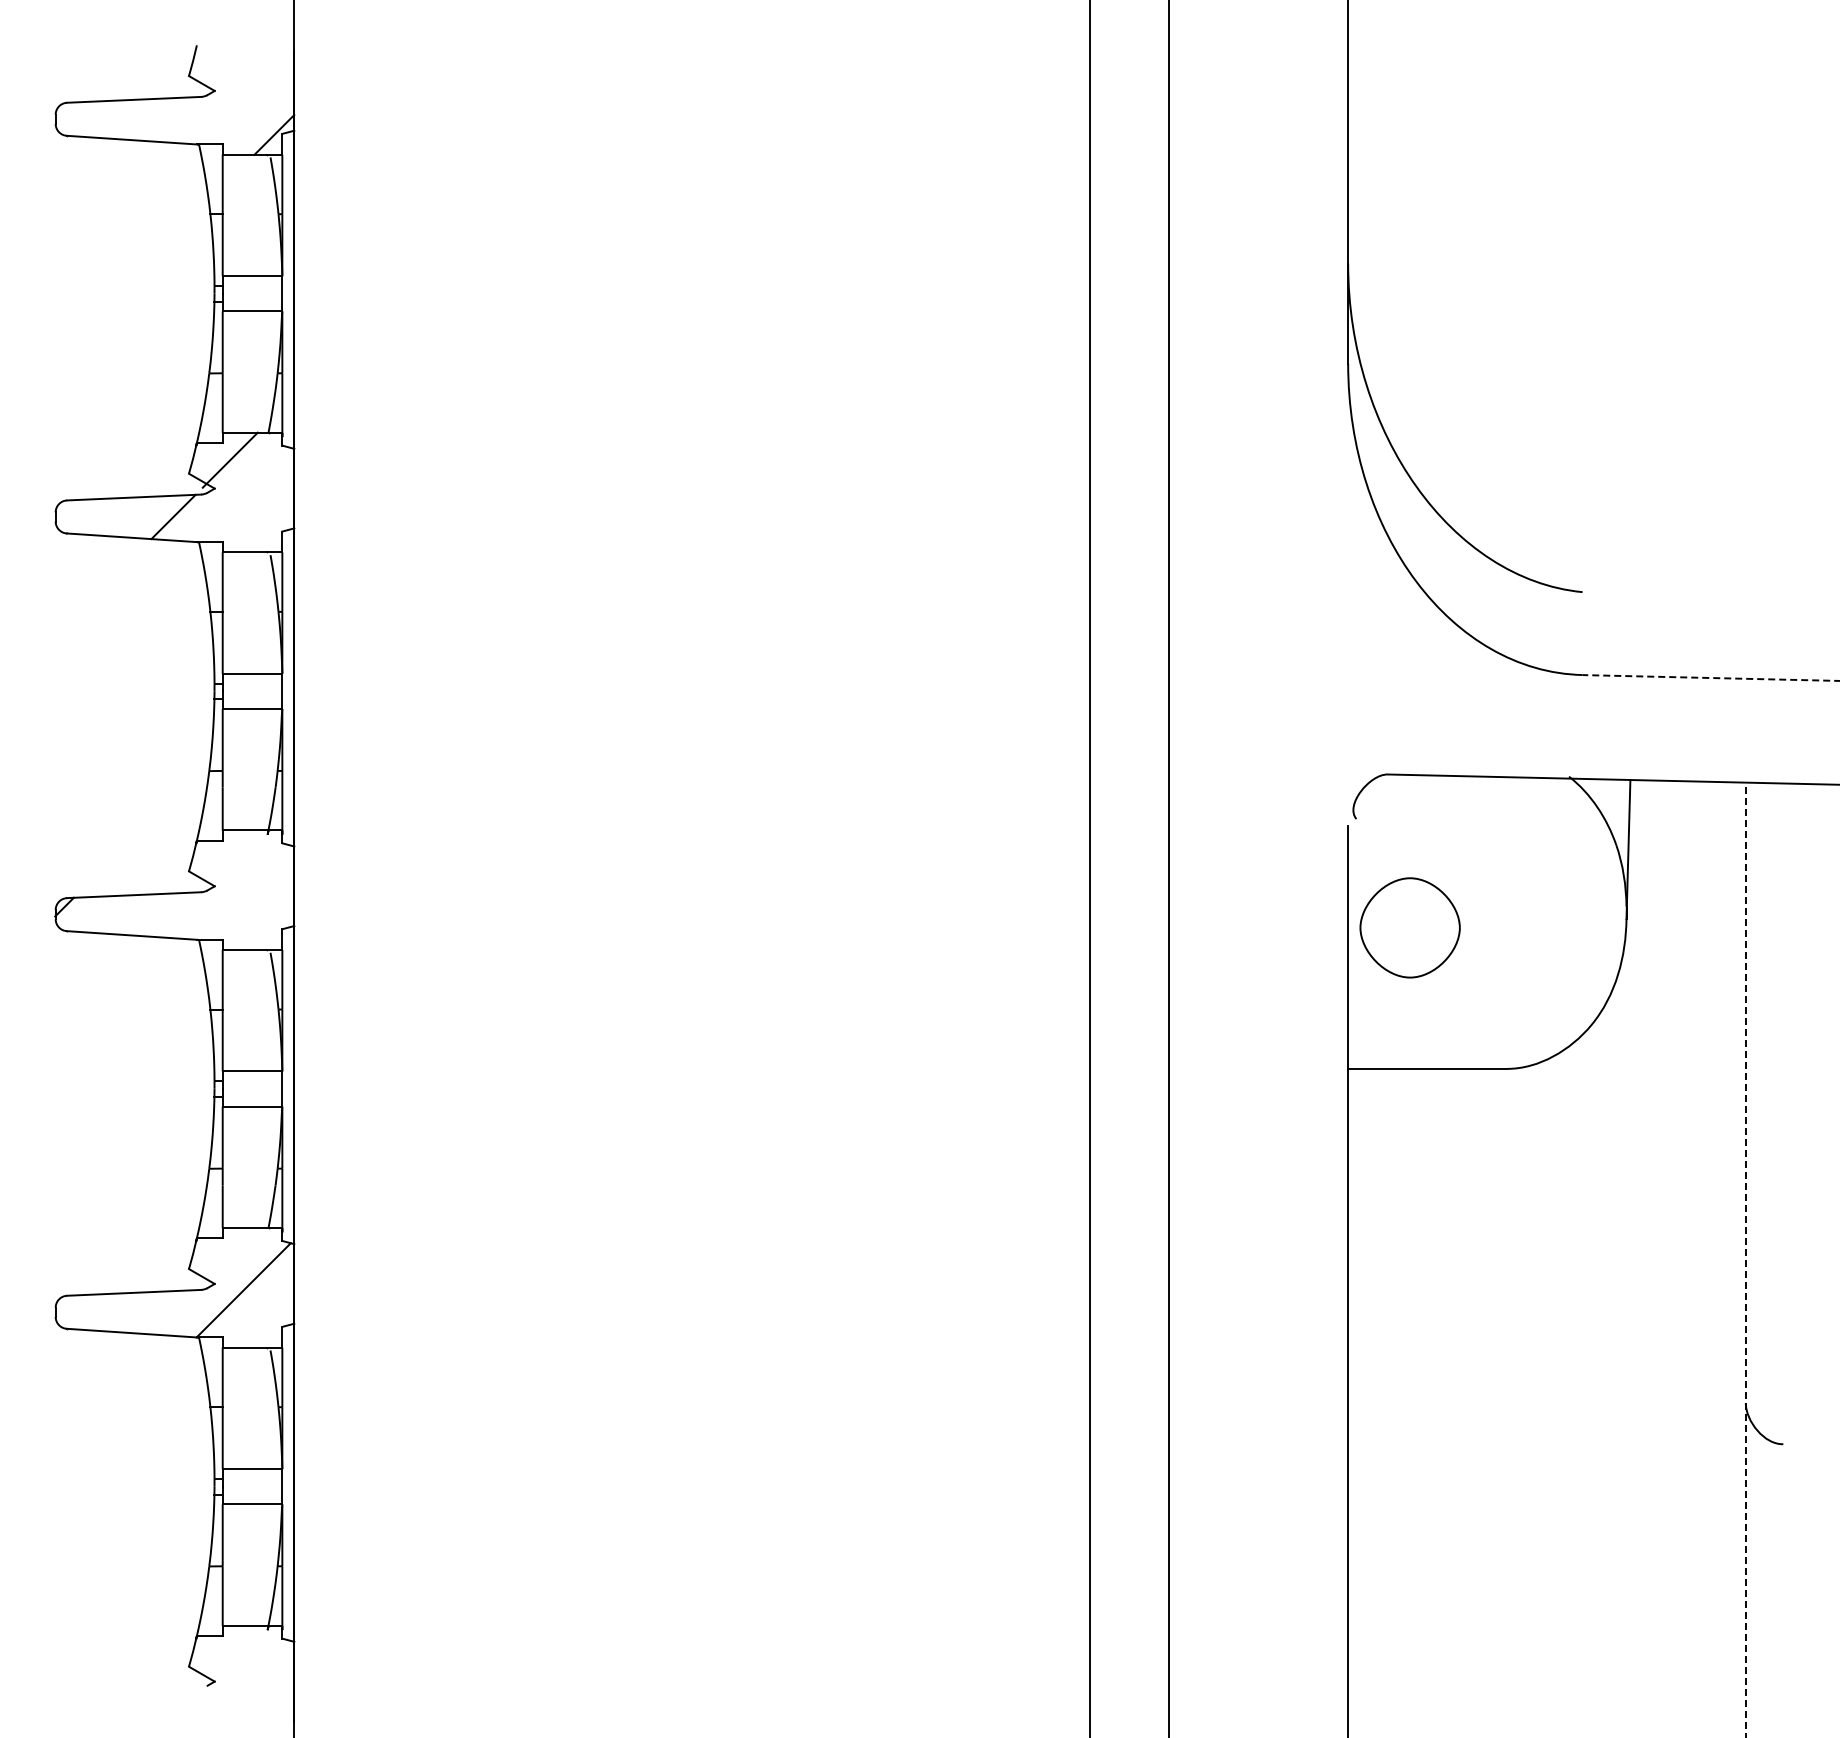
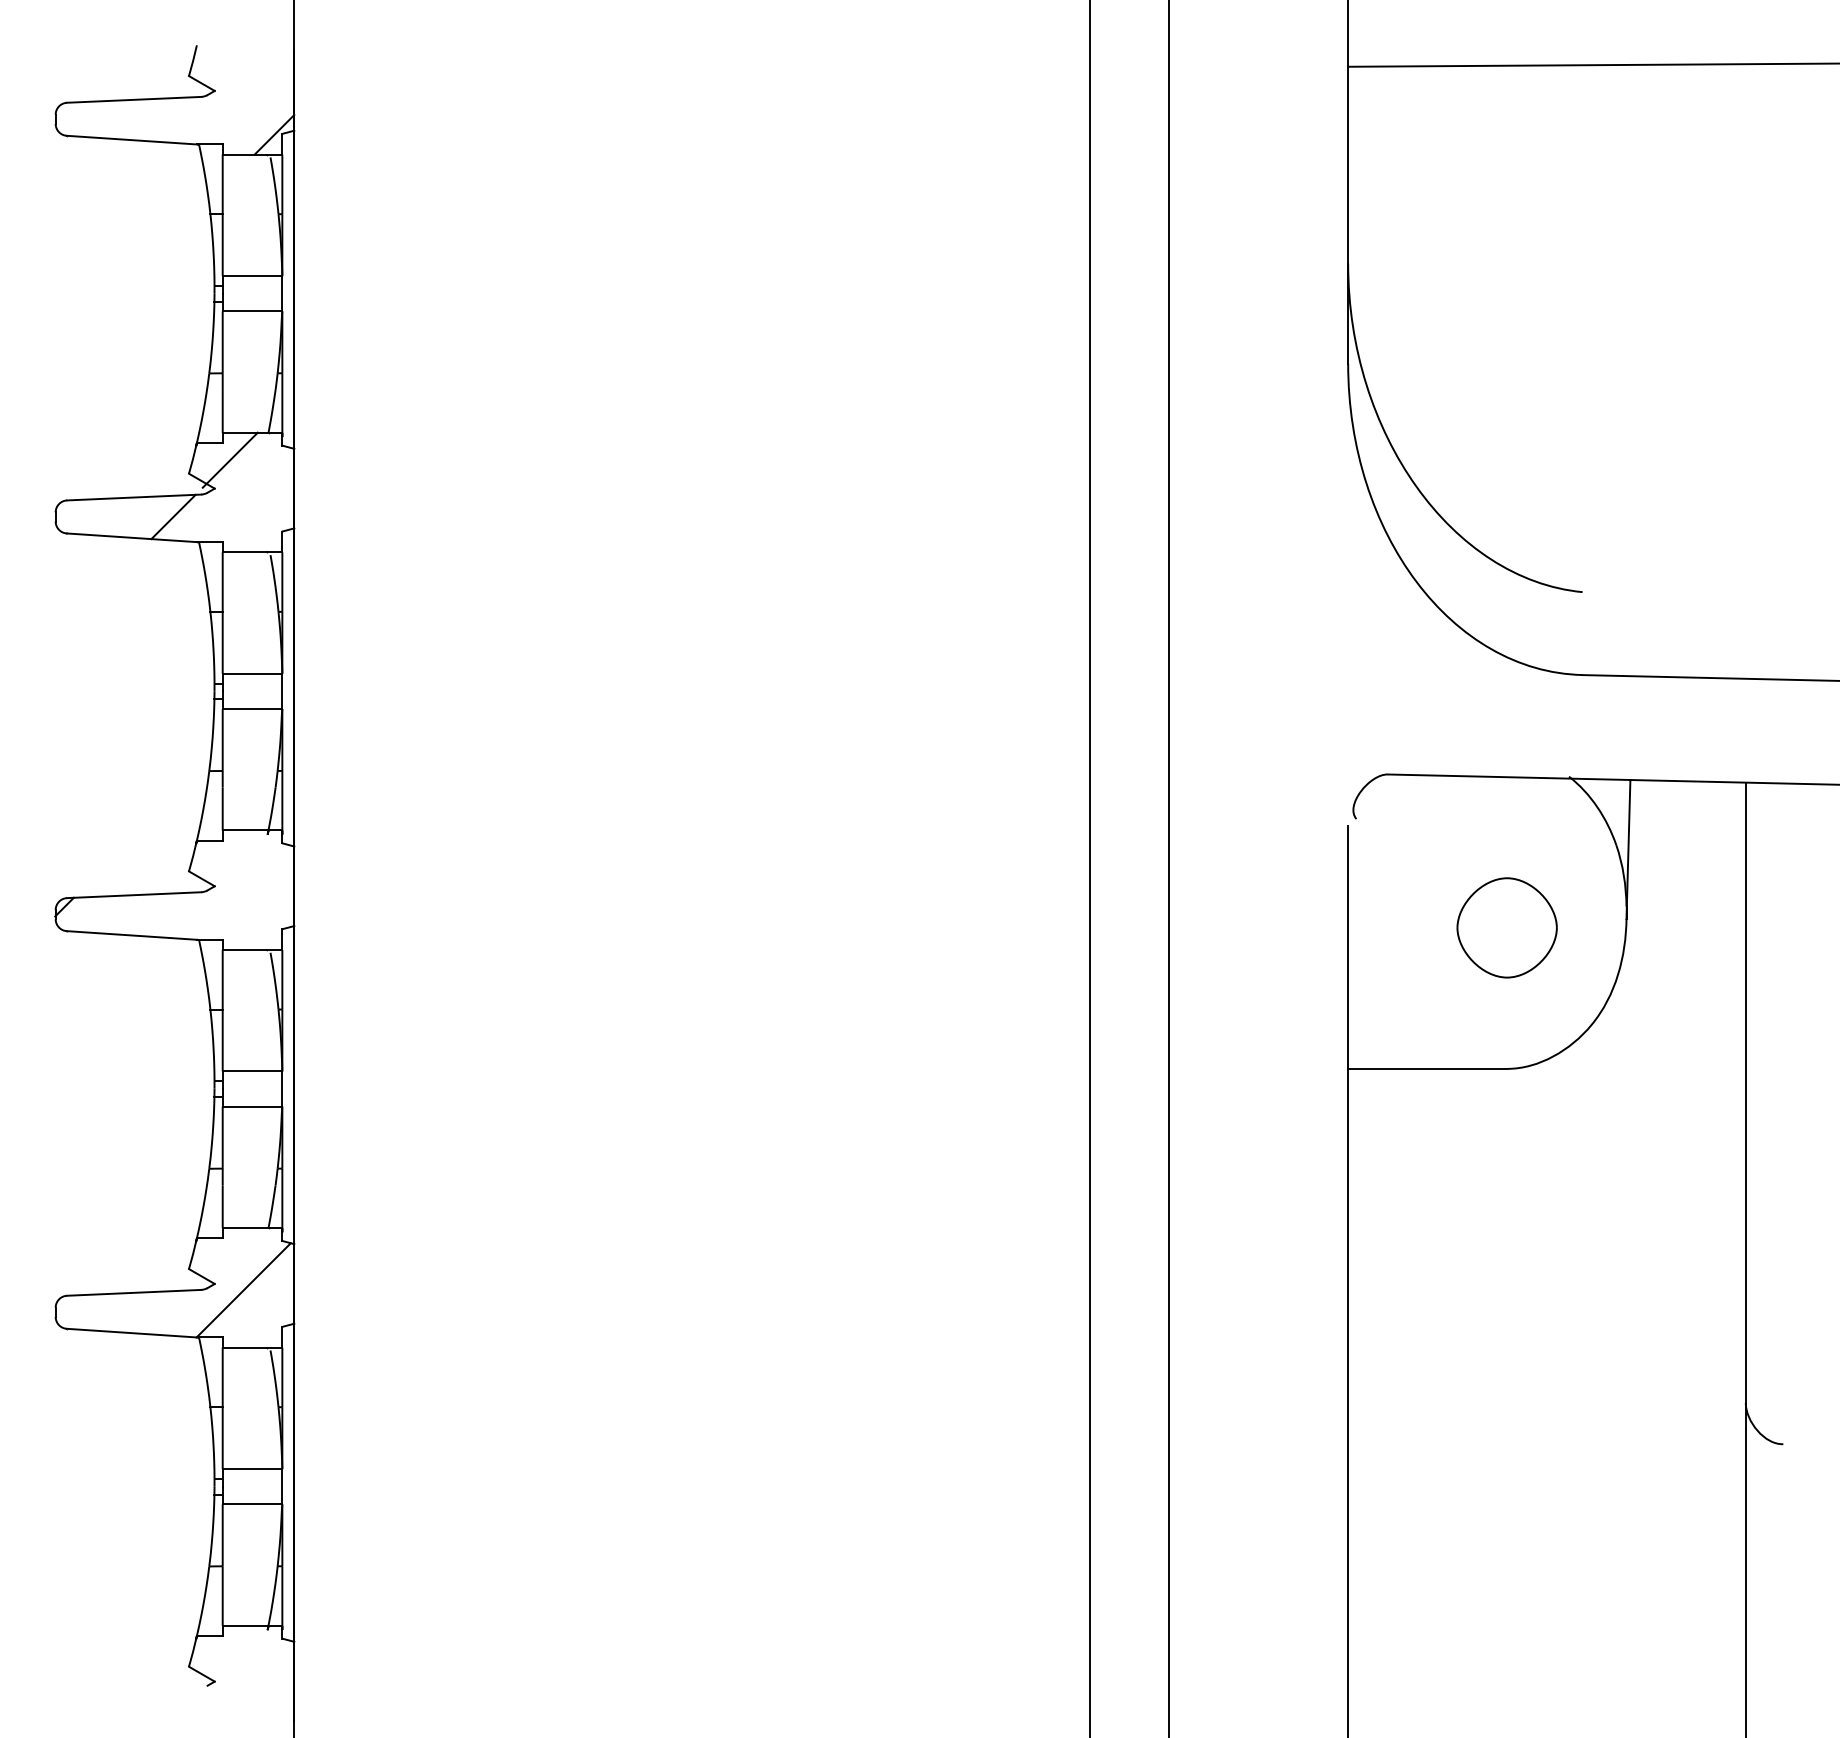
line at (1592, 64): none -> present
line at (1710, 678): dashed -> solid
part at (1409, 927) position: (1409, 927) -> (1506, 927)
line at (1745, 1259): dashed -> solid
